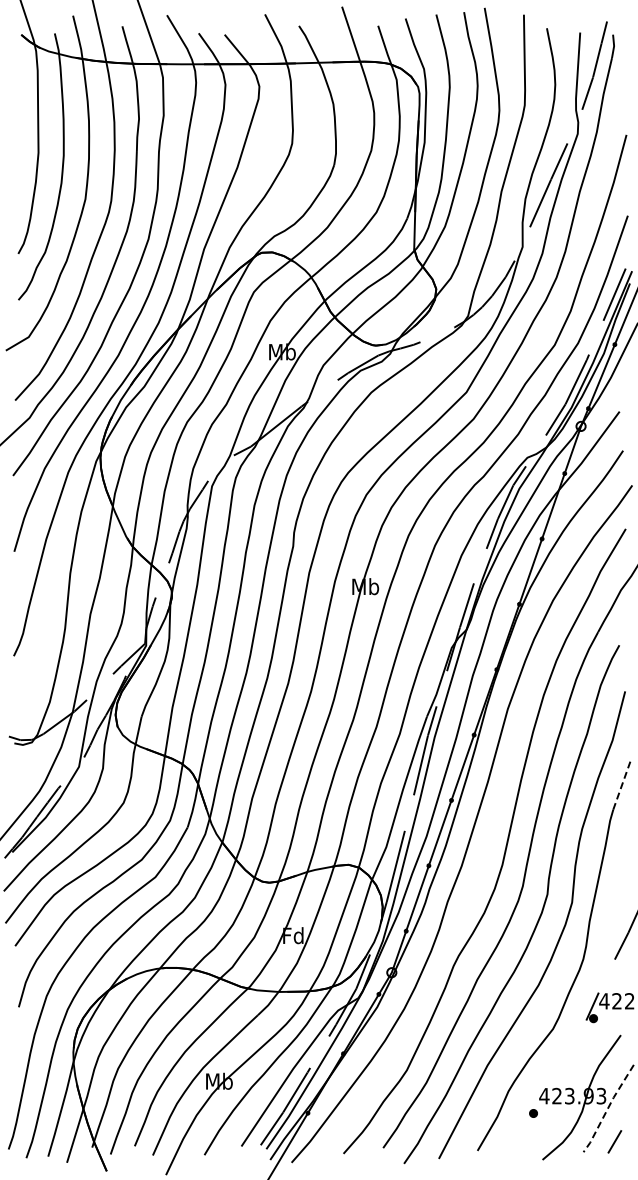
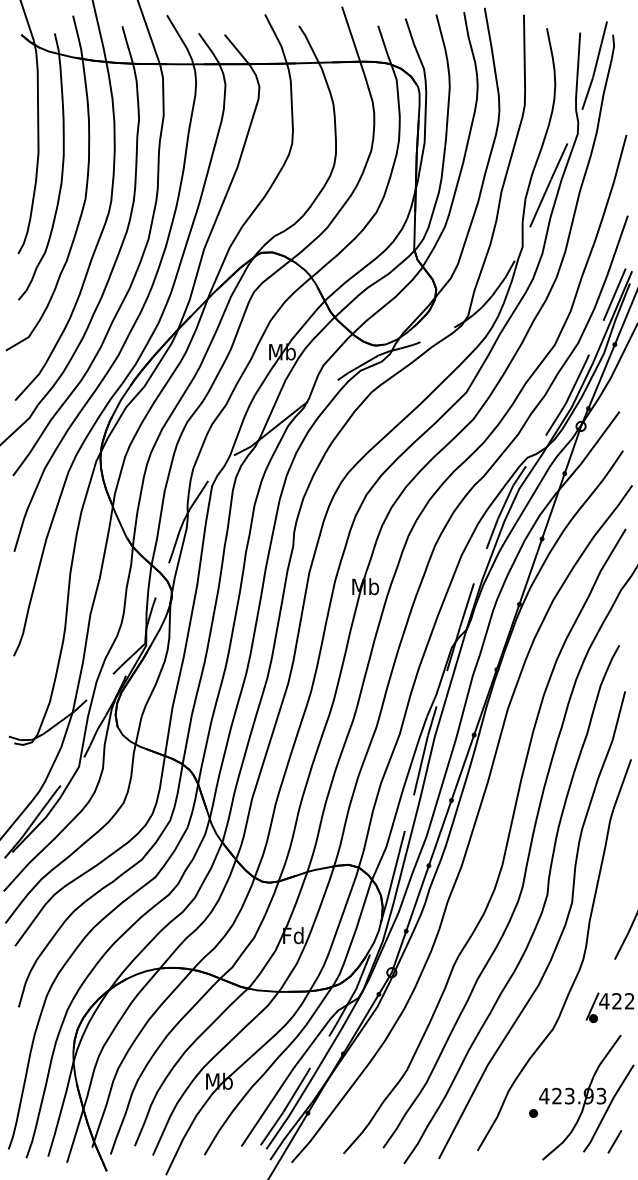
line at (622, 784): dashed -> solid
line at (608, 1108): dashed -> solid
